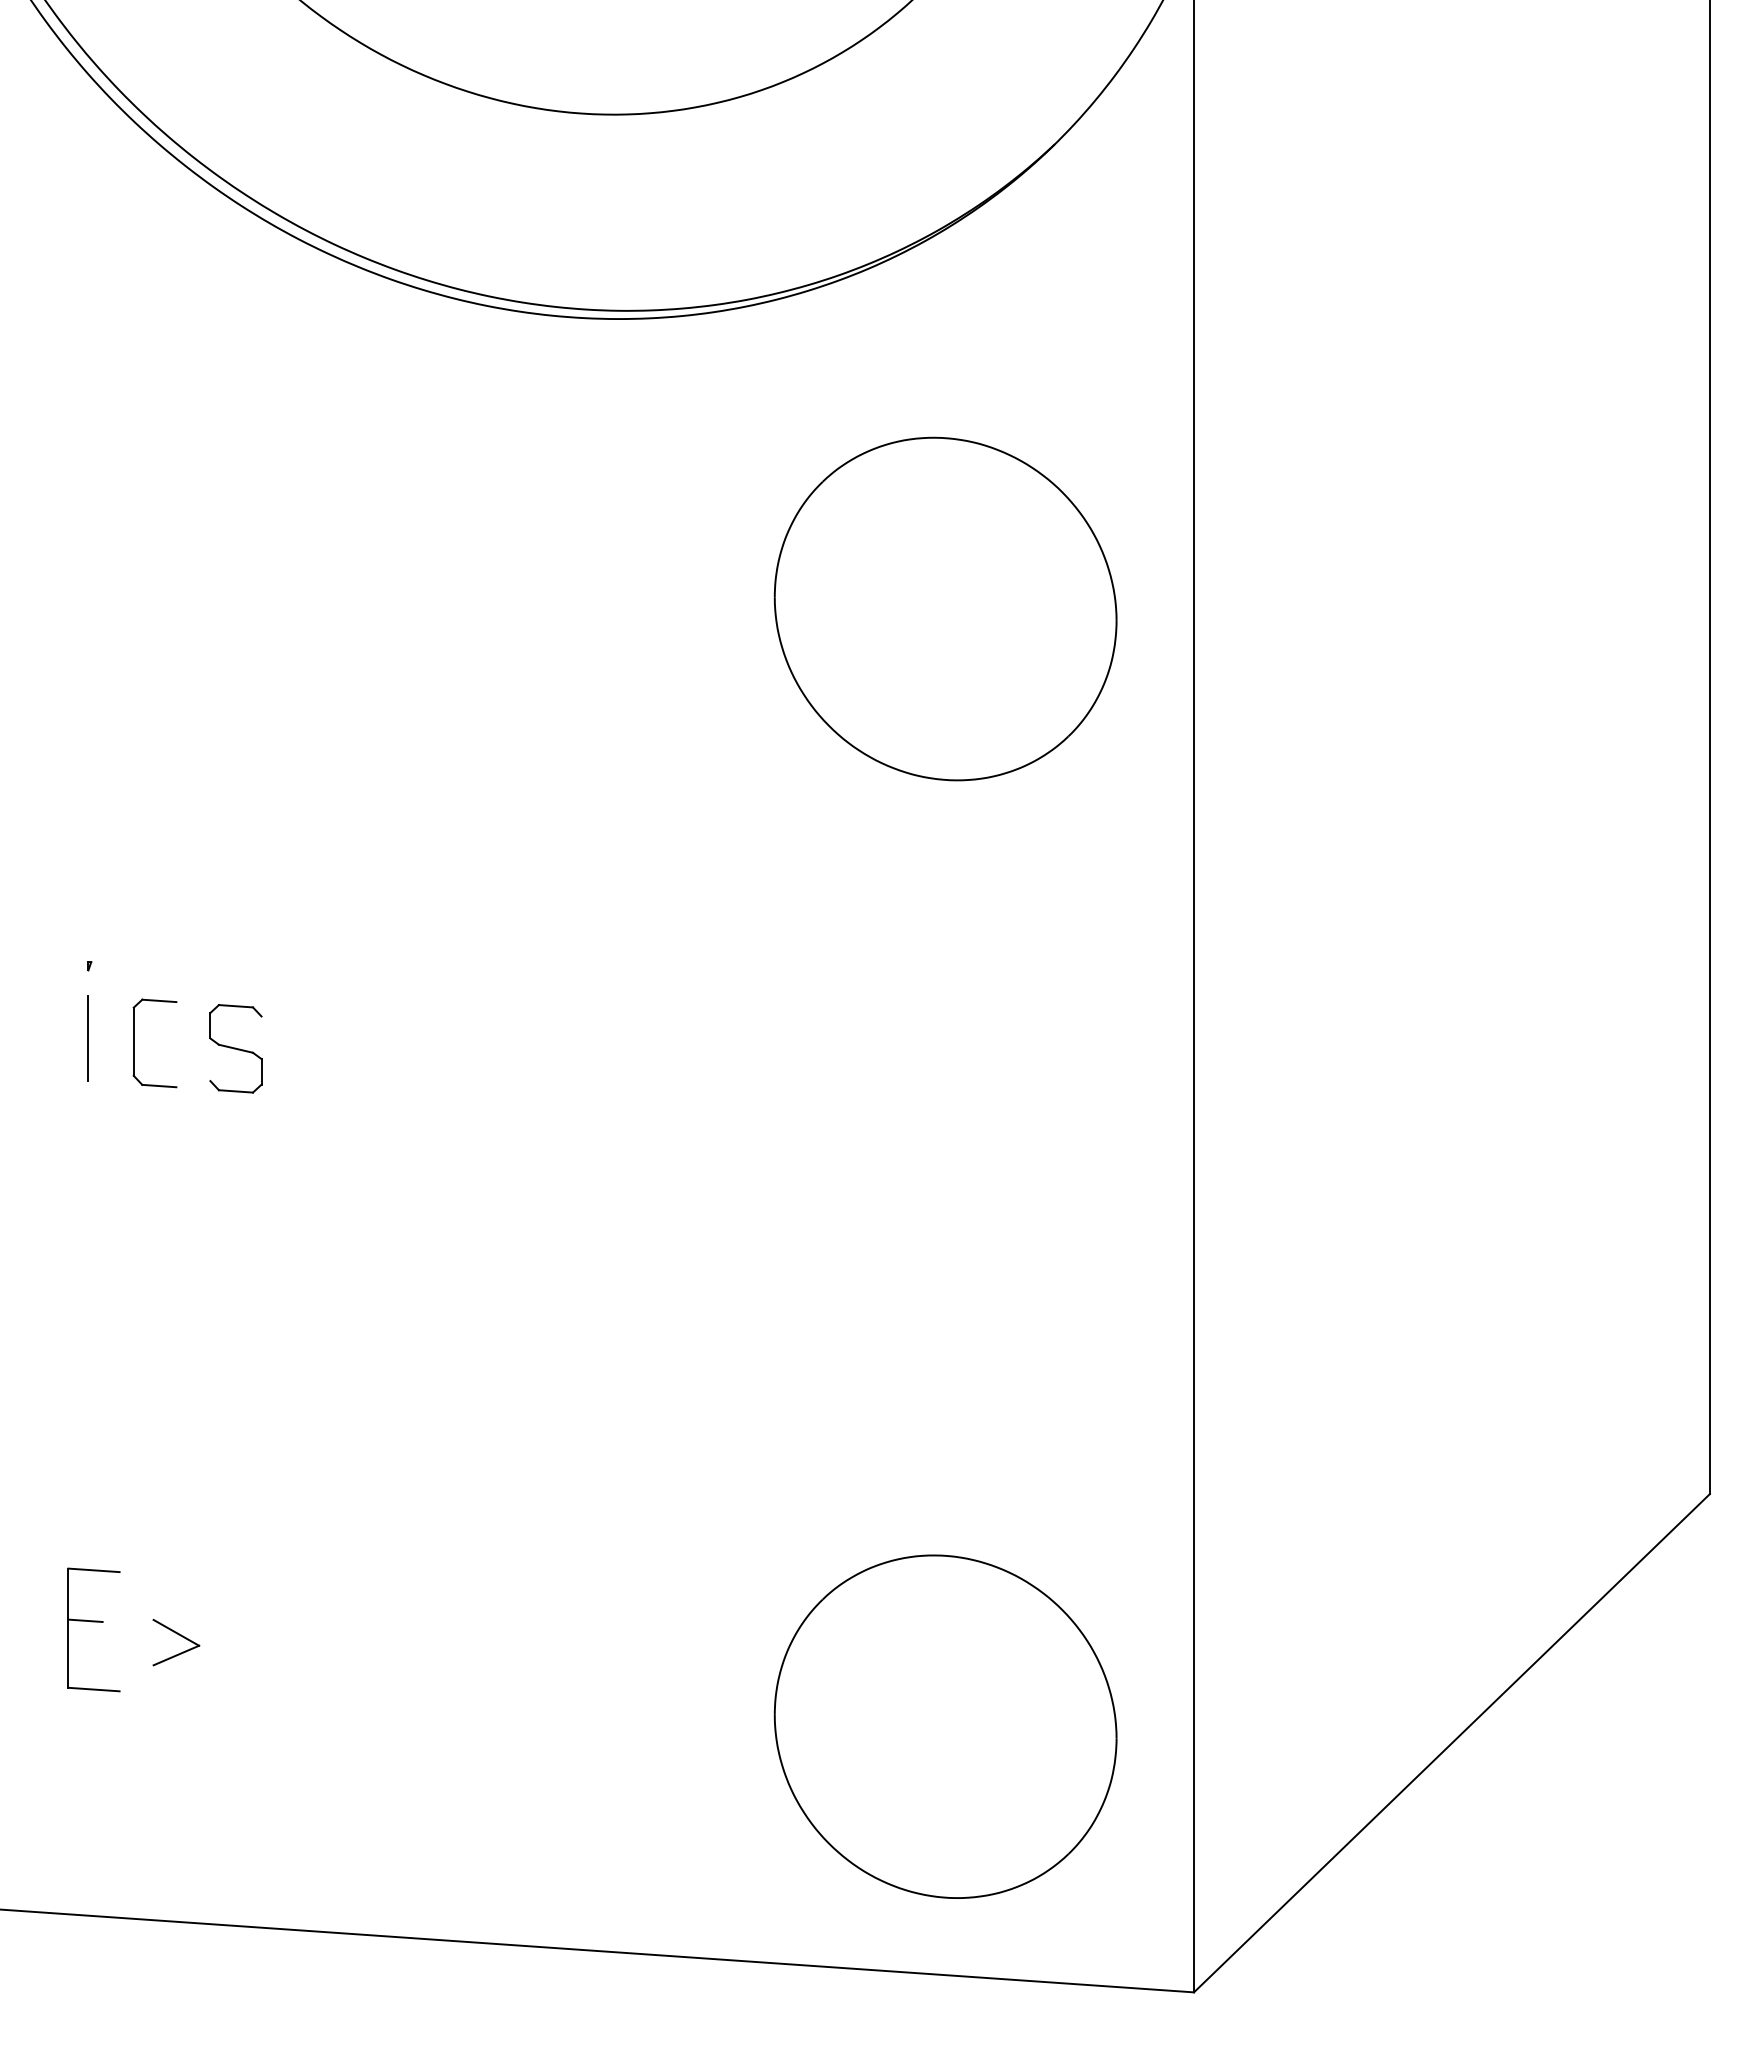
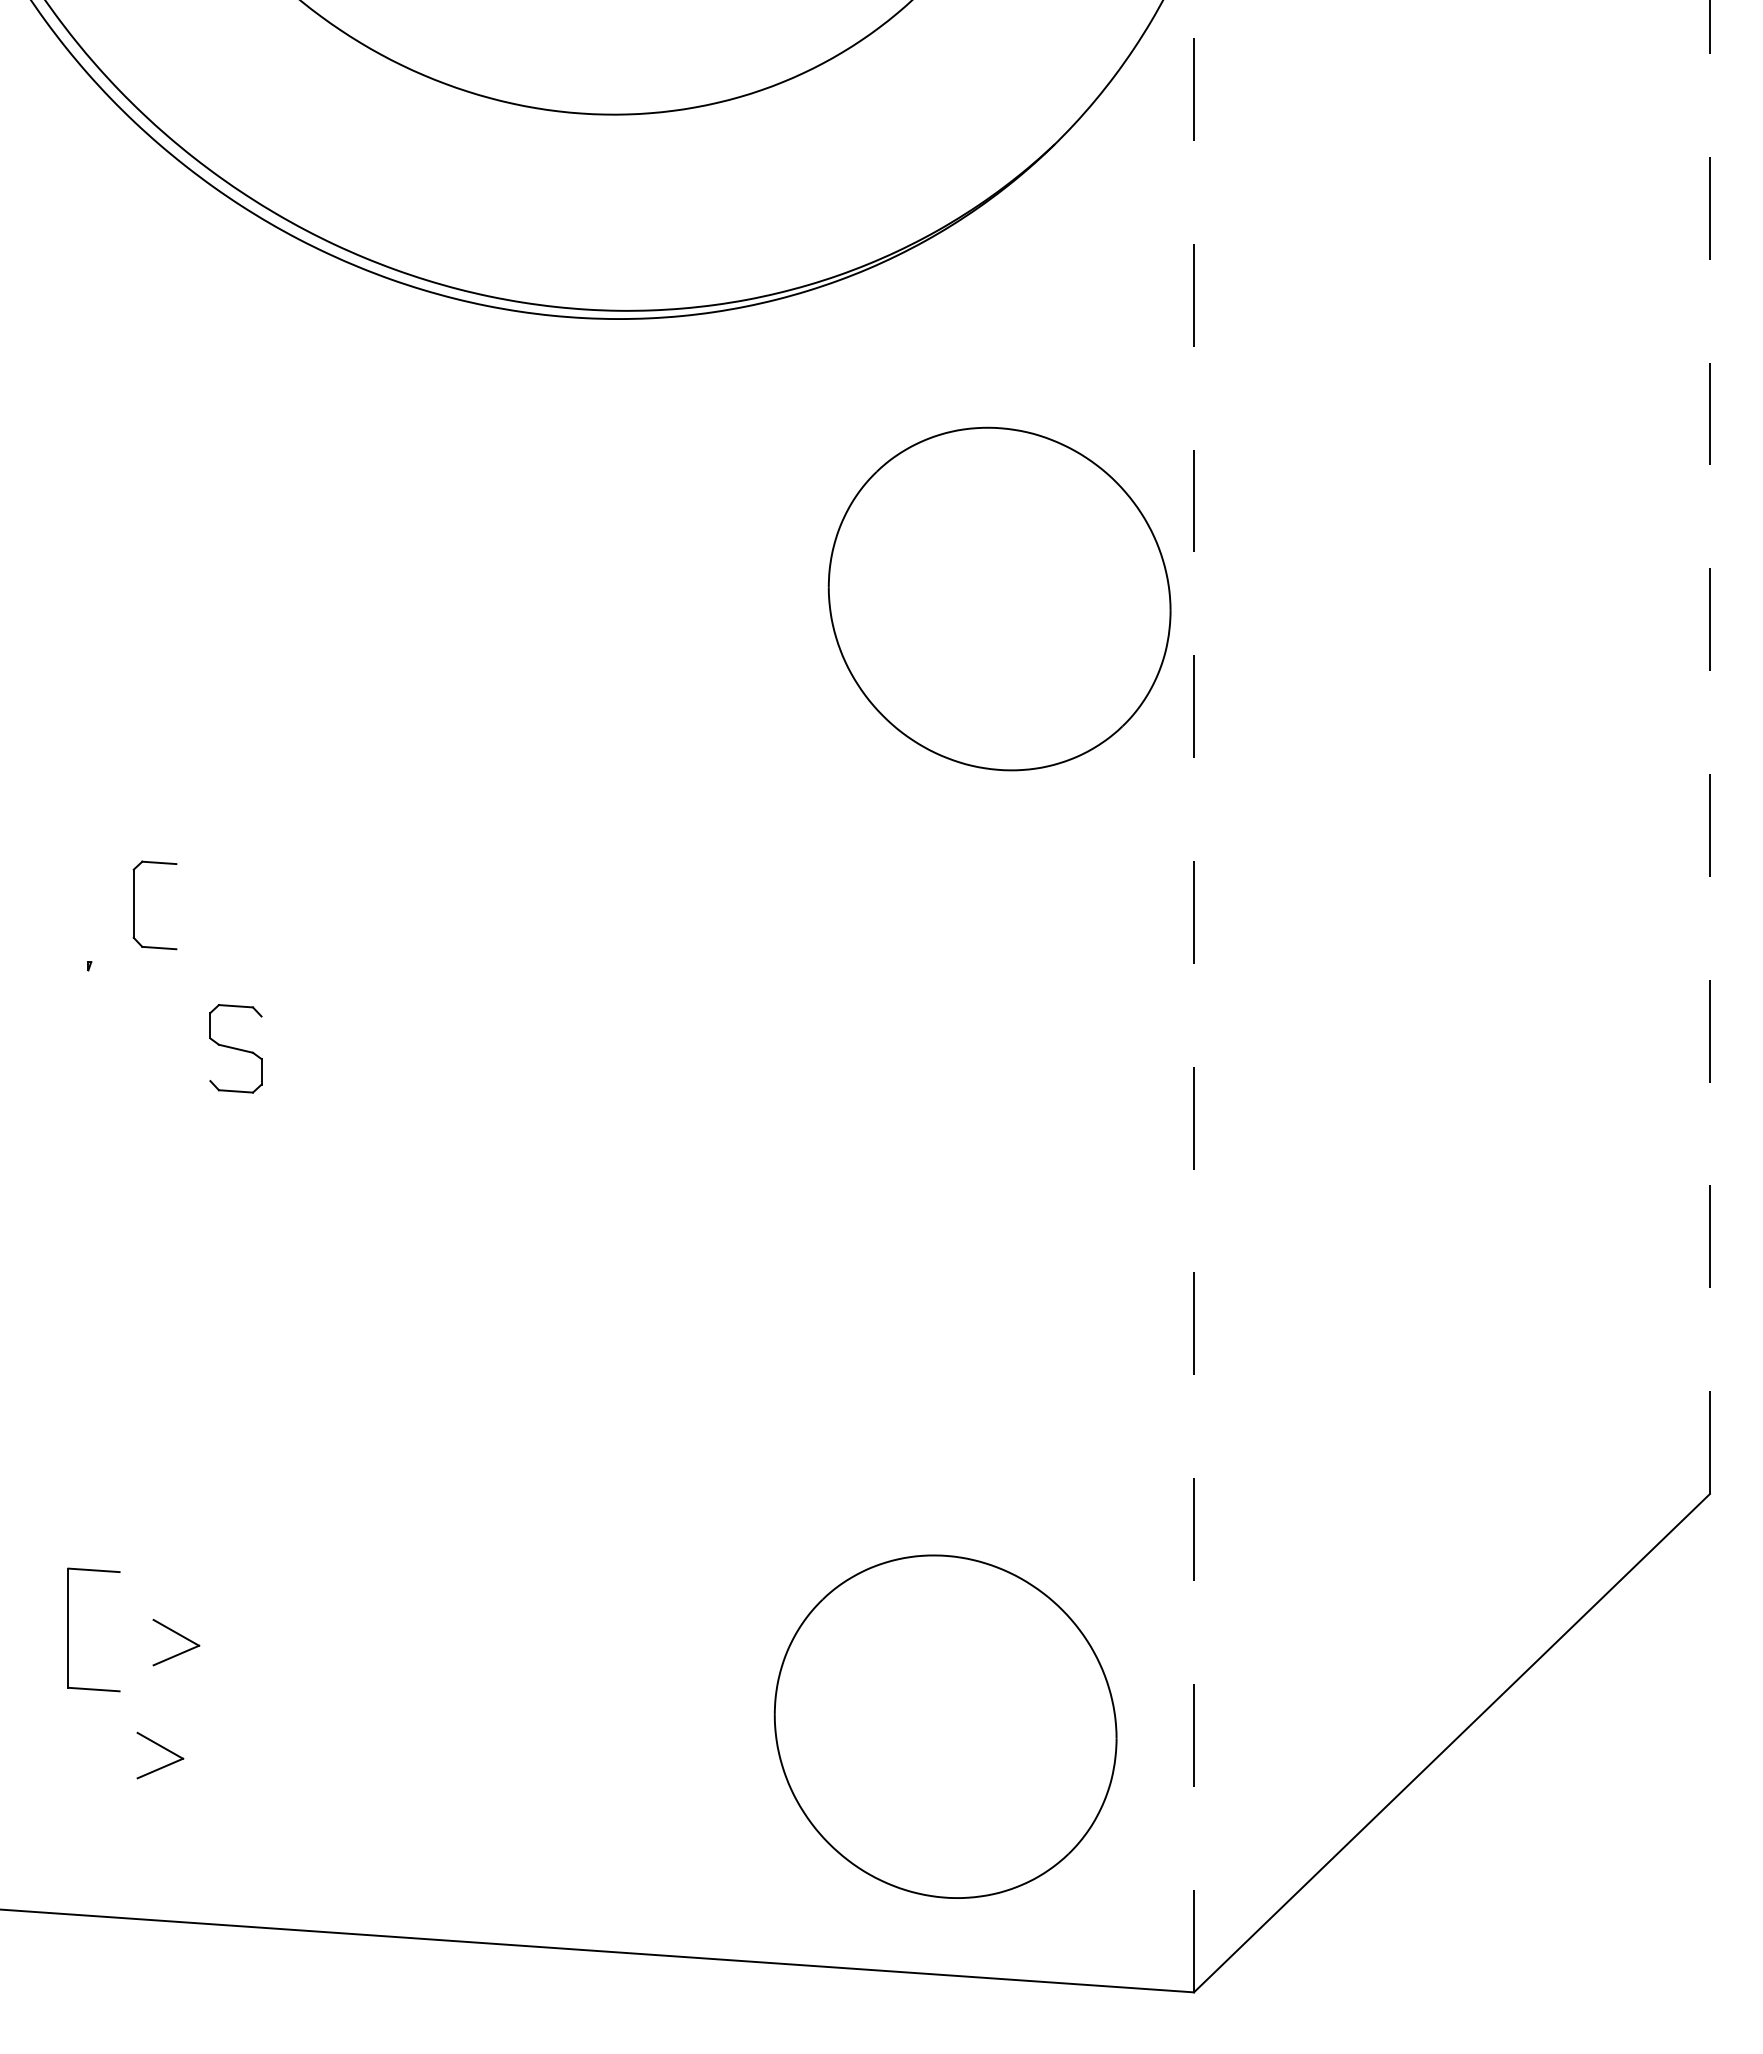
part at (945, 608) position: (945, 608) -> (999, 598)
line at (1709, 747): solid -> dashed
line at (1194, 996): solid -> dashed
line at (88, 1038): present -> none
part at (134, 1043) position: (134, 1043) -> (134, 905)
line at (85, 1620): present -> none
part at (164, 1749): none -> present
